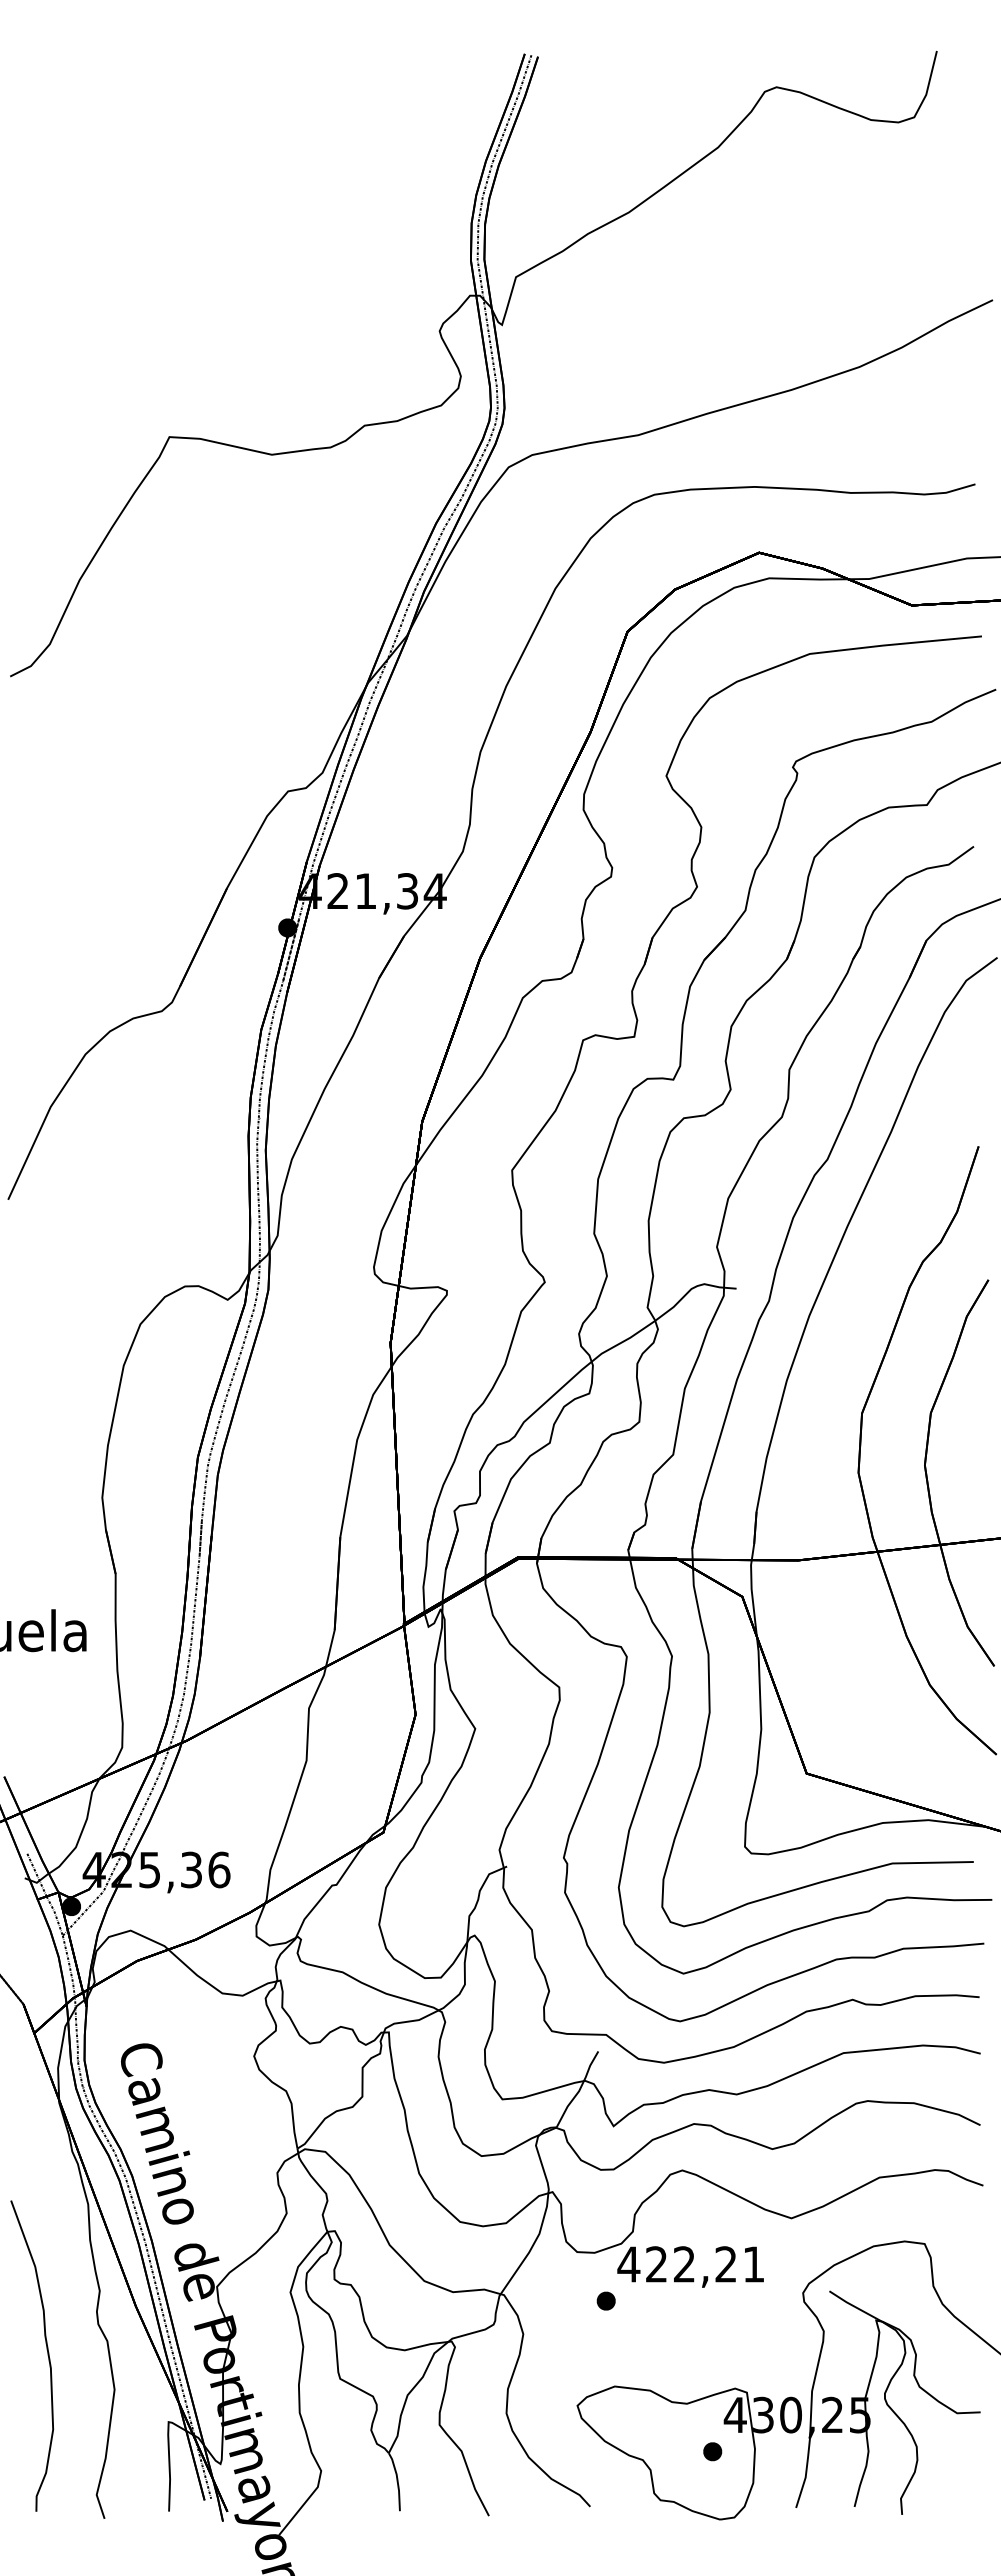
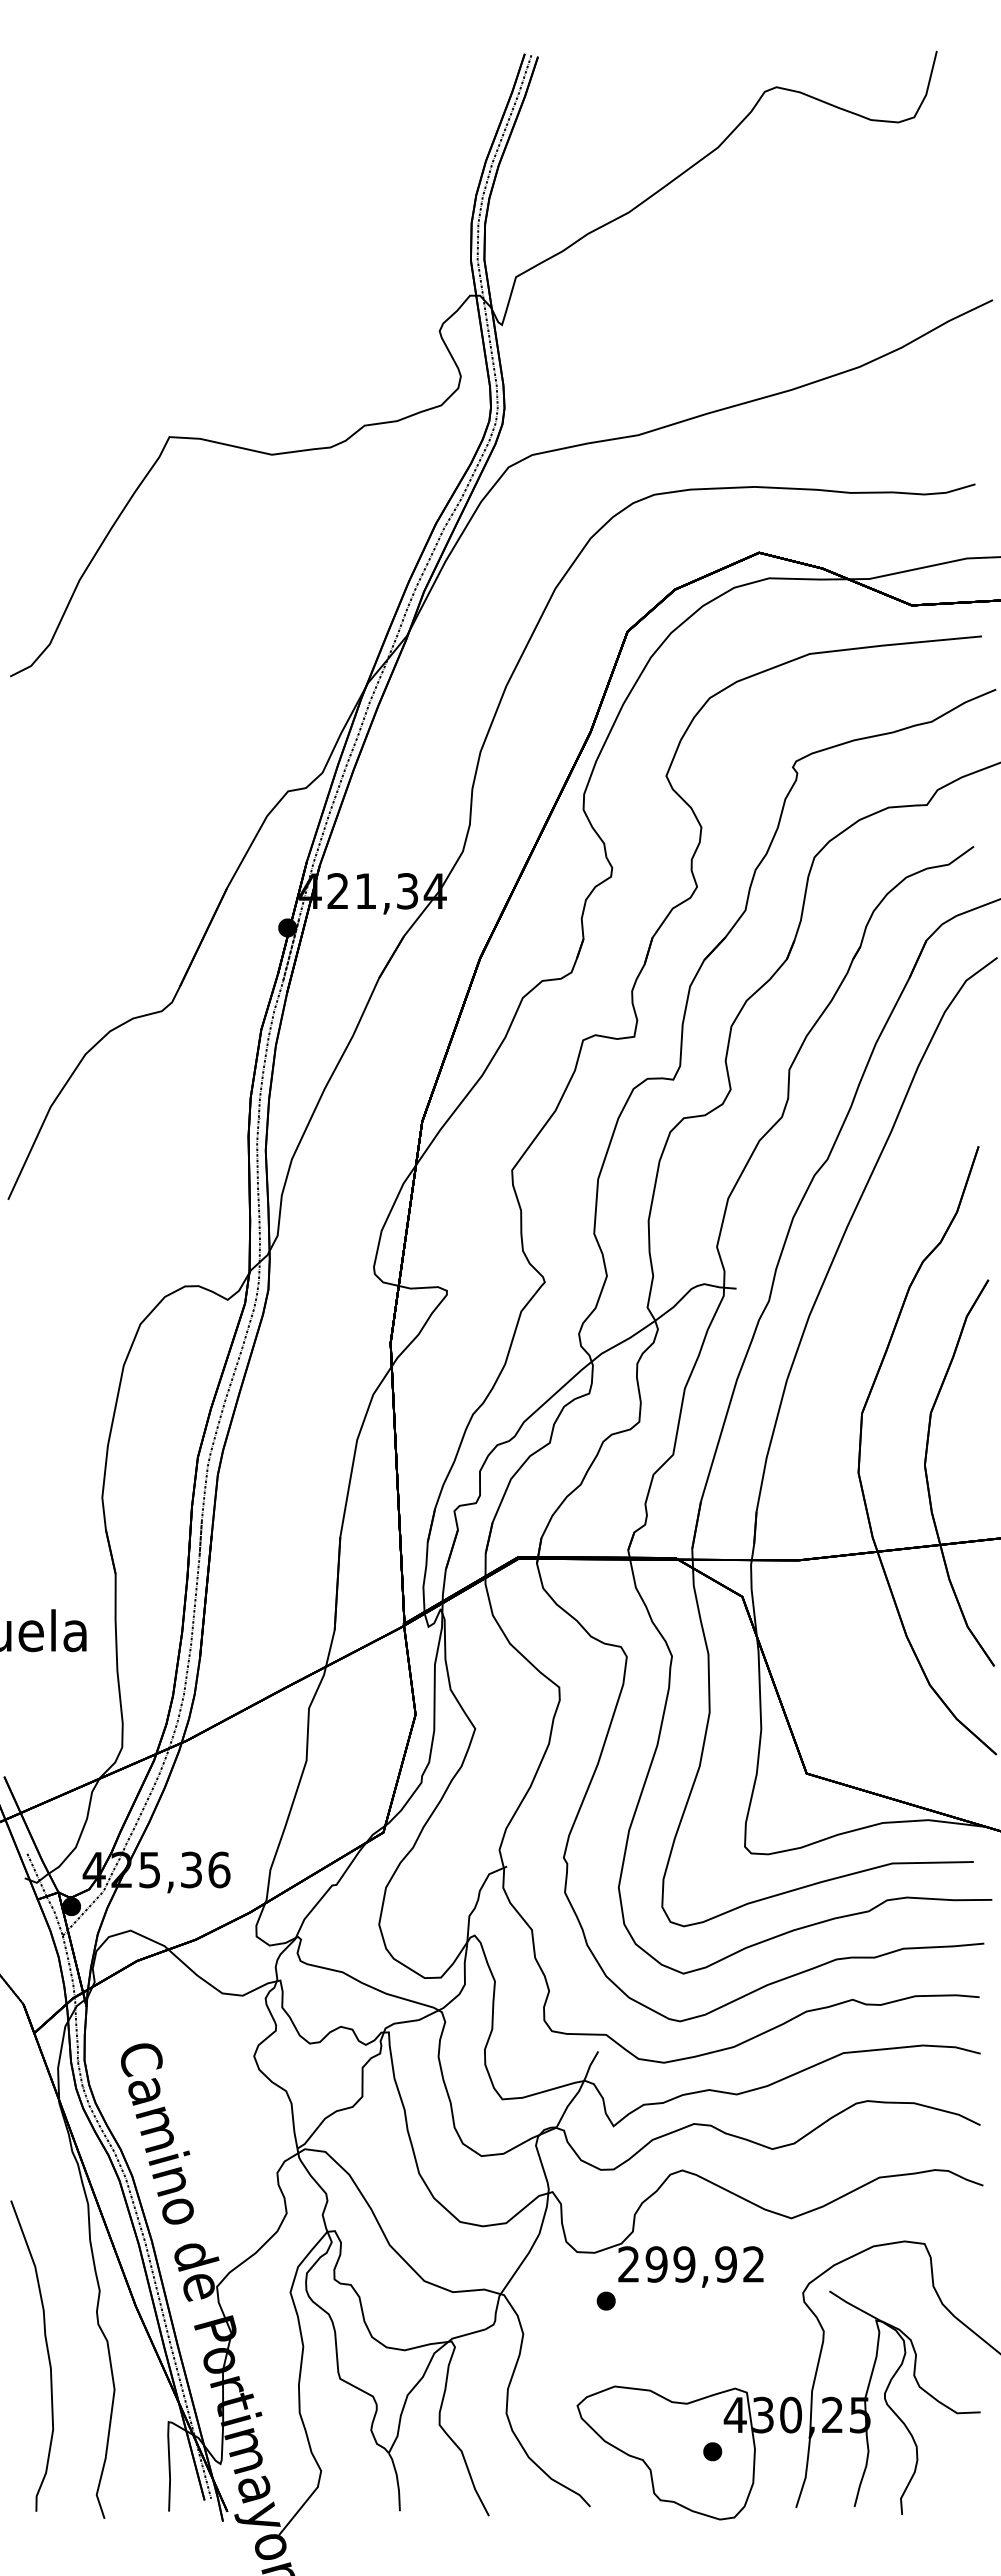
text at (690, 2264): 422,21 -> 299,92
